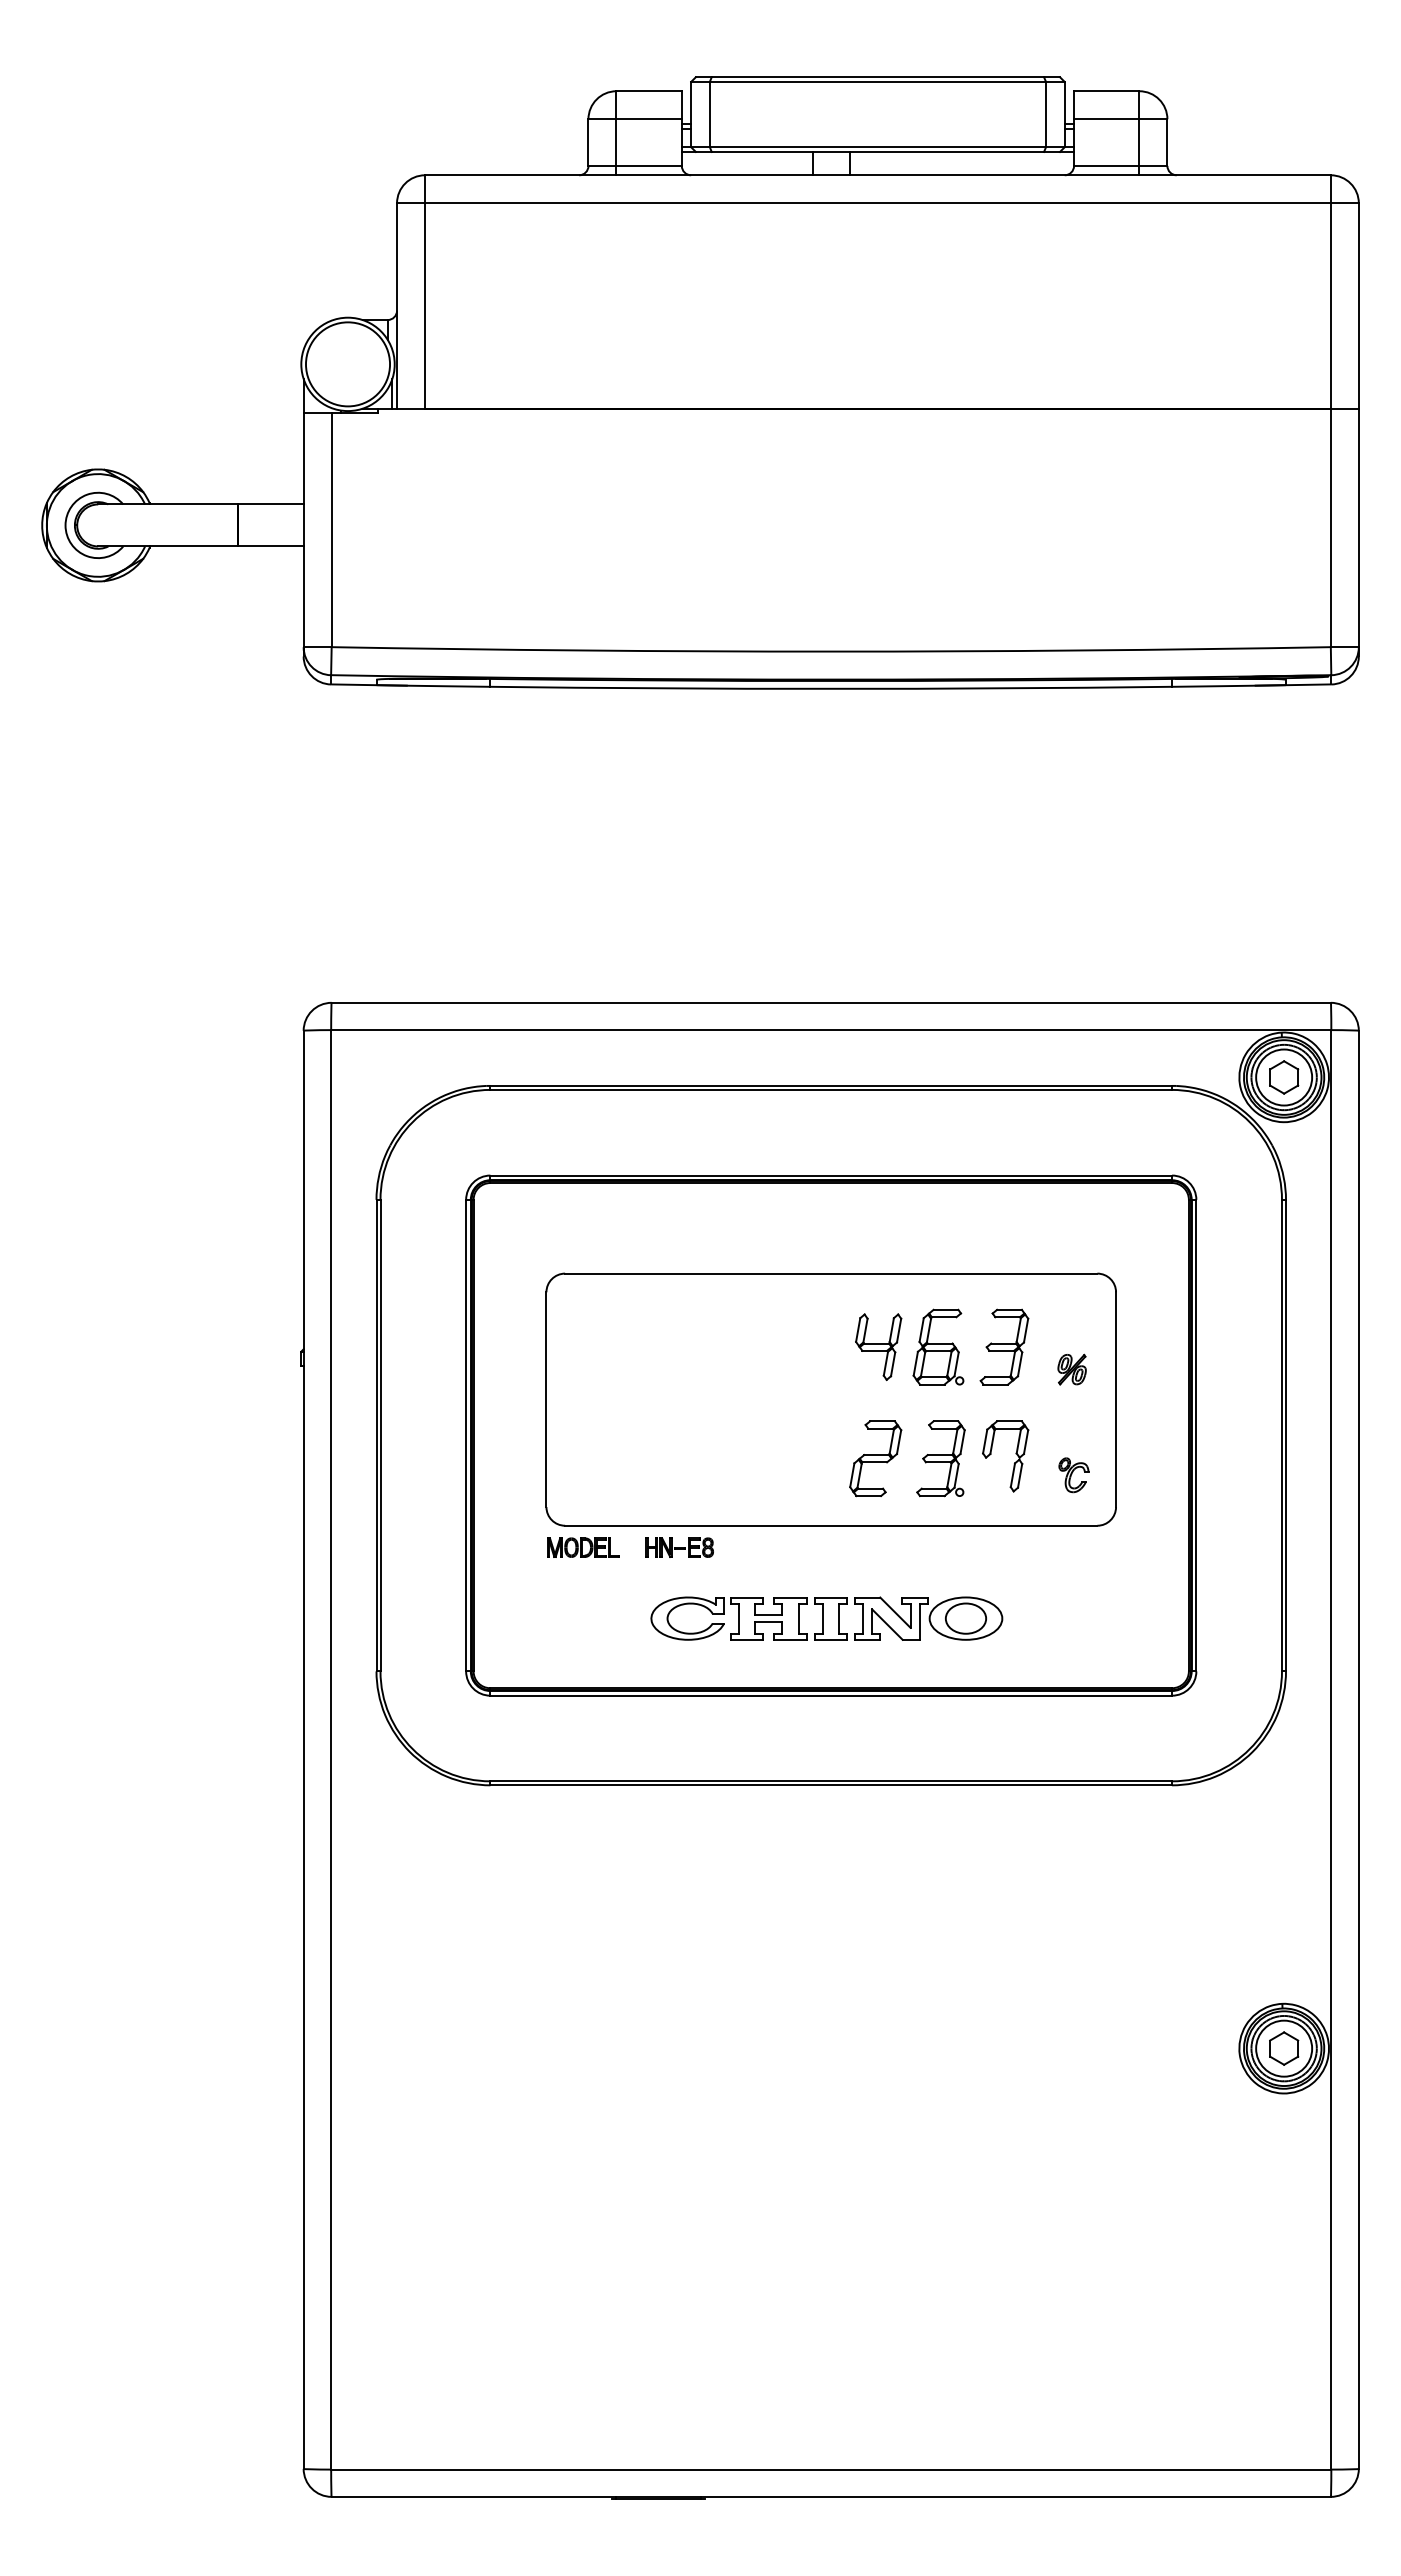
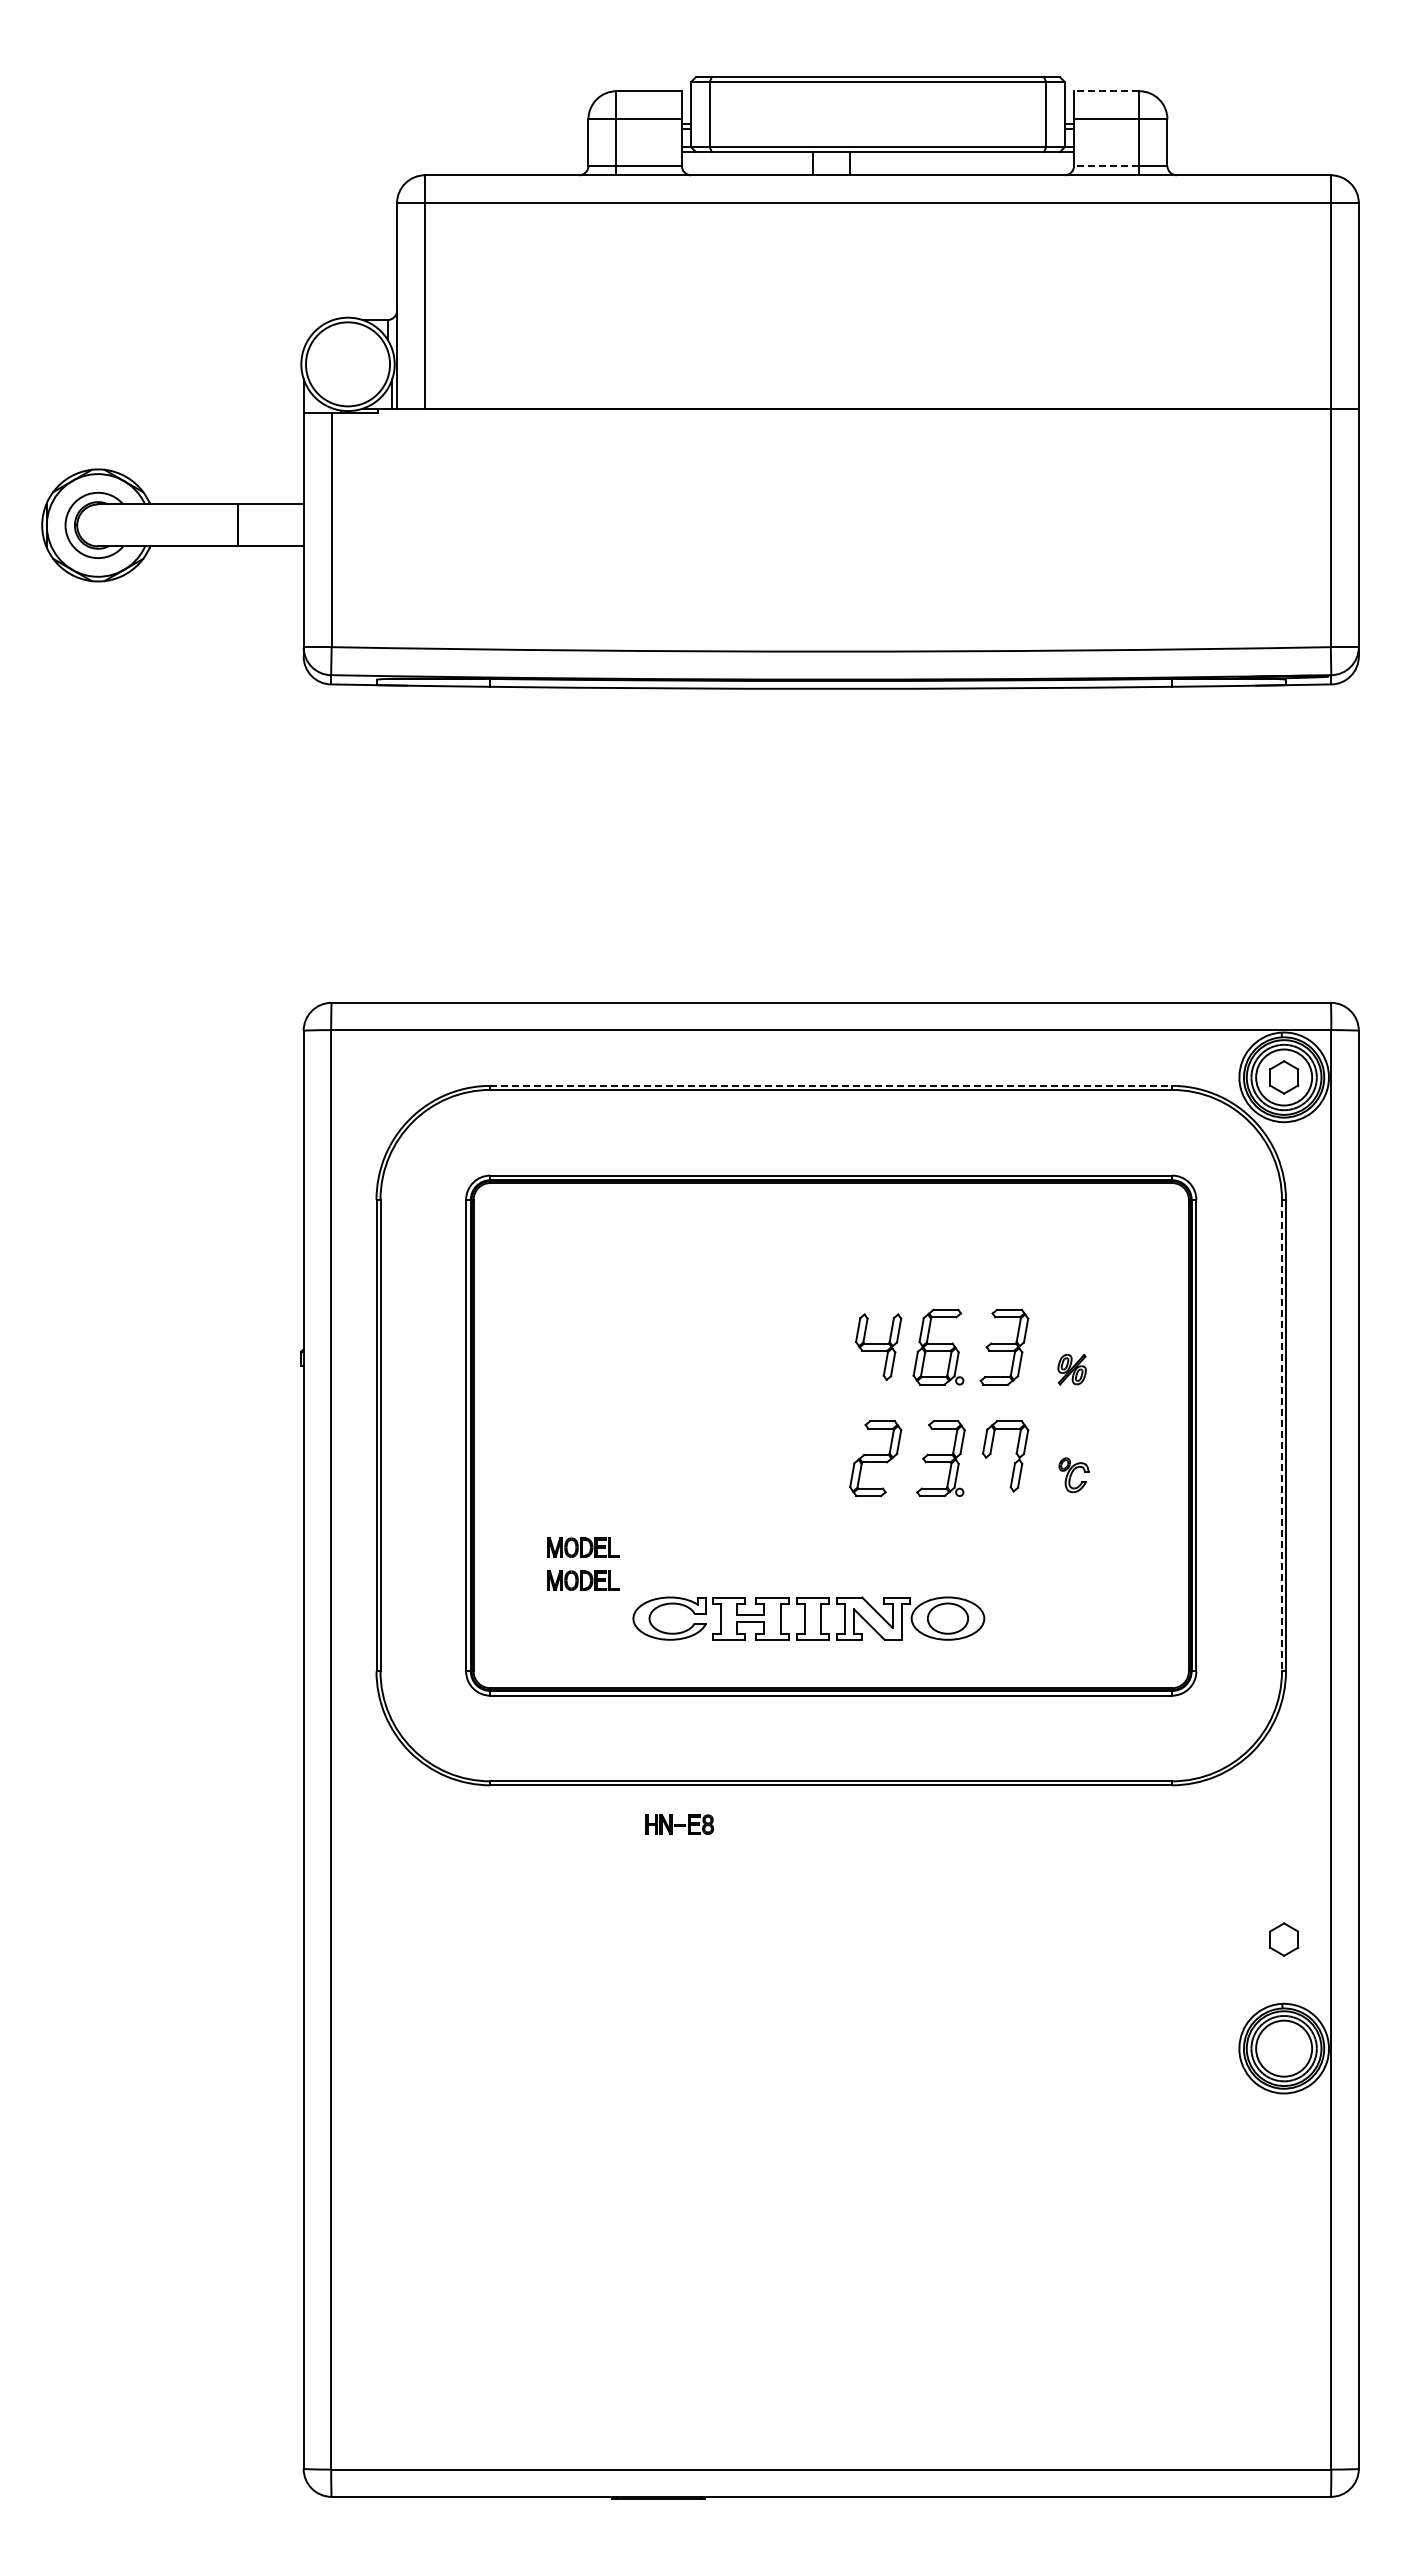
line at (1106, 91): solid -> dashed
line at (1106, 165): solid -> dashed
line at (831, 1085): solid -> dashed
part at (830, 1399): present -> none
line at (1281, 1435): solid -> dashed
part at (679, 1547) position: (679, 1547) -> (679, 1824)
part at (583, 1580): none -> present
part at (826, 1618) position: (826, 1618) -> (808, 1618)
part at (1284, 2048) position: (1284, 2048) -> (1284, 1939)
